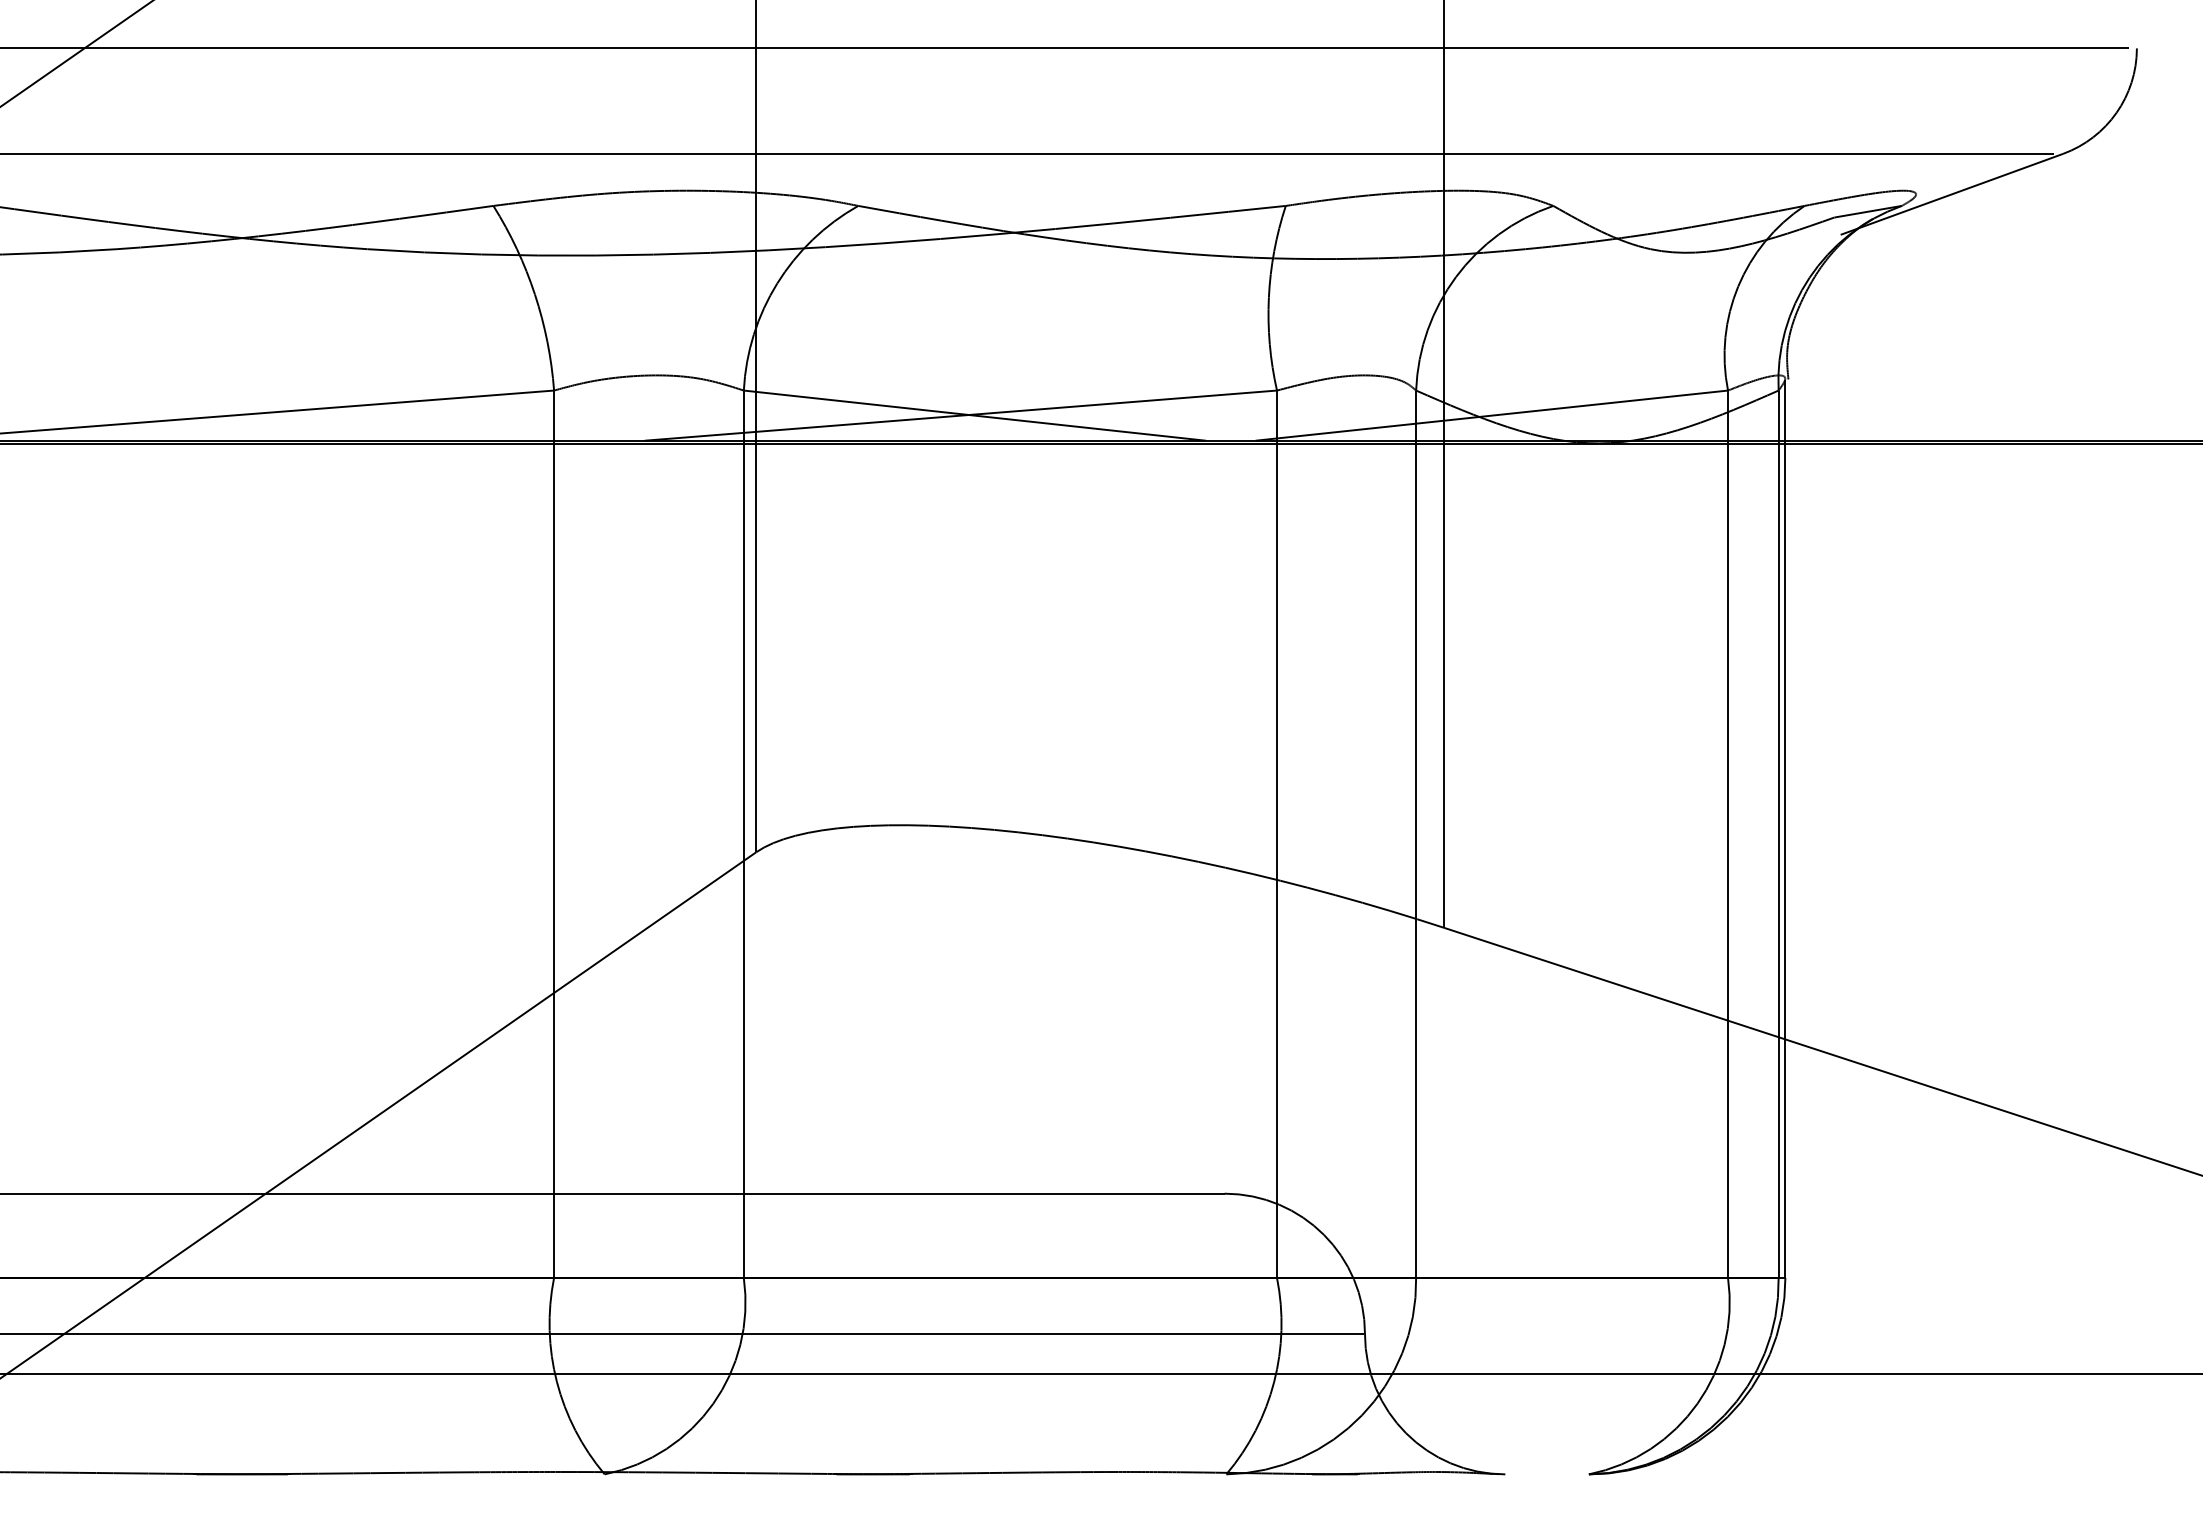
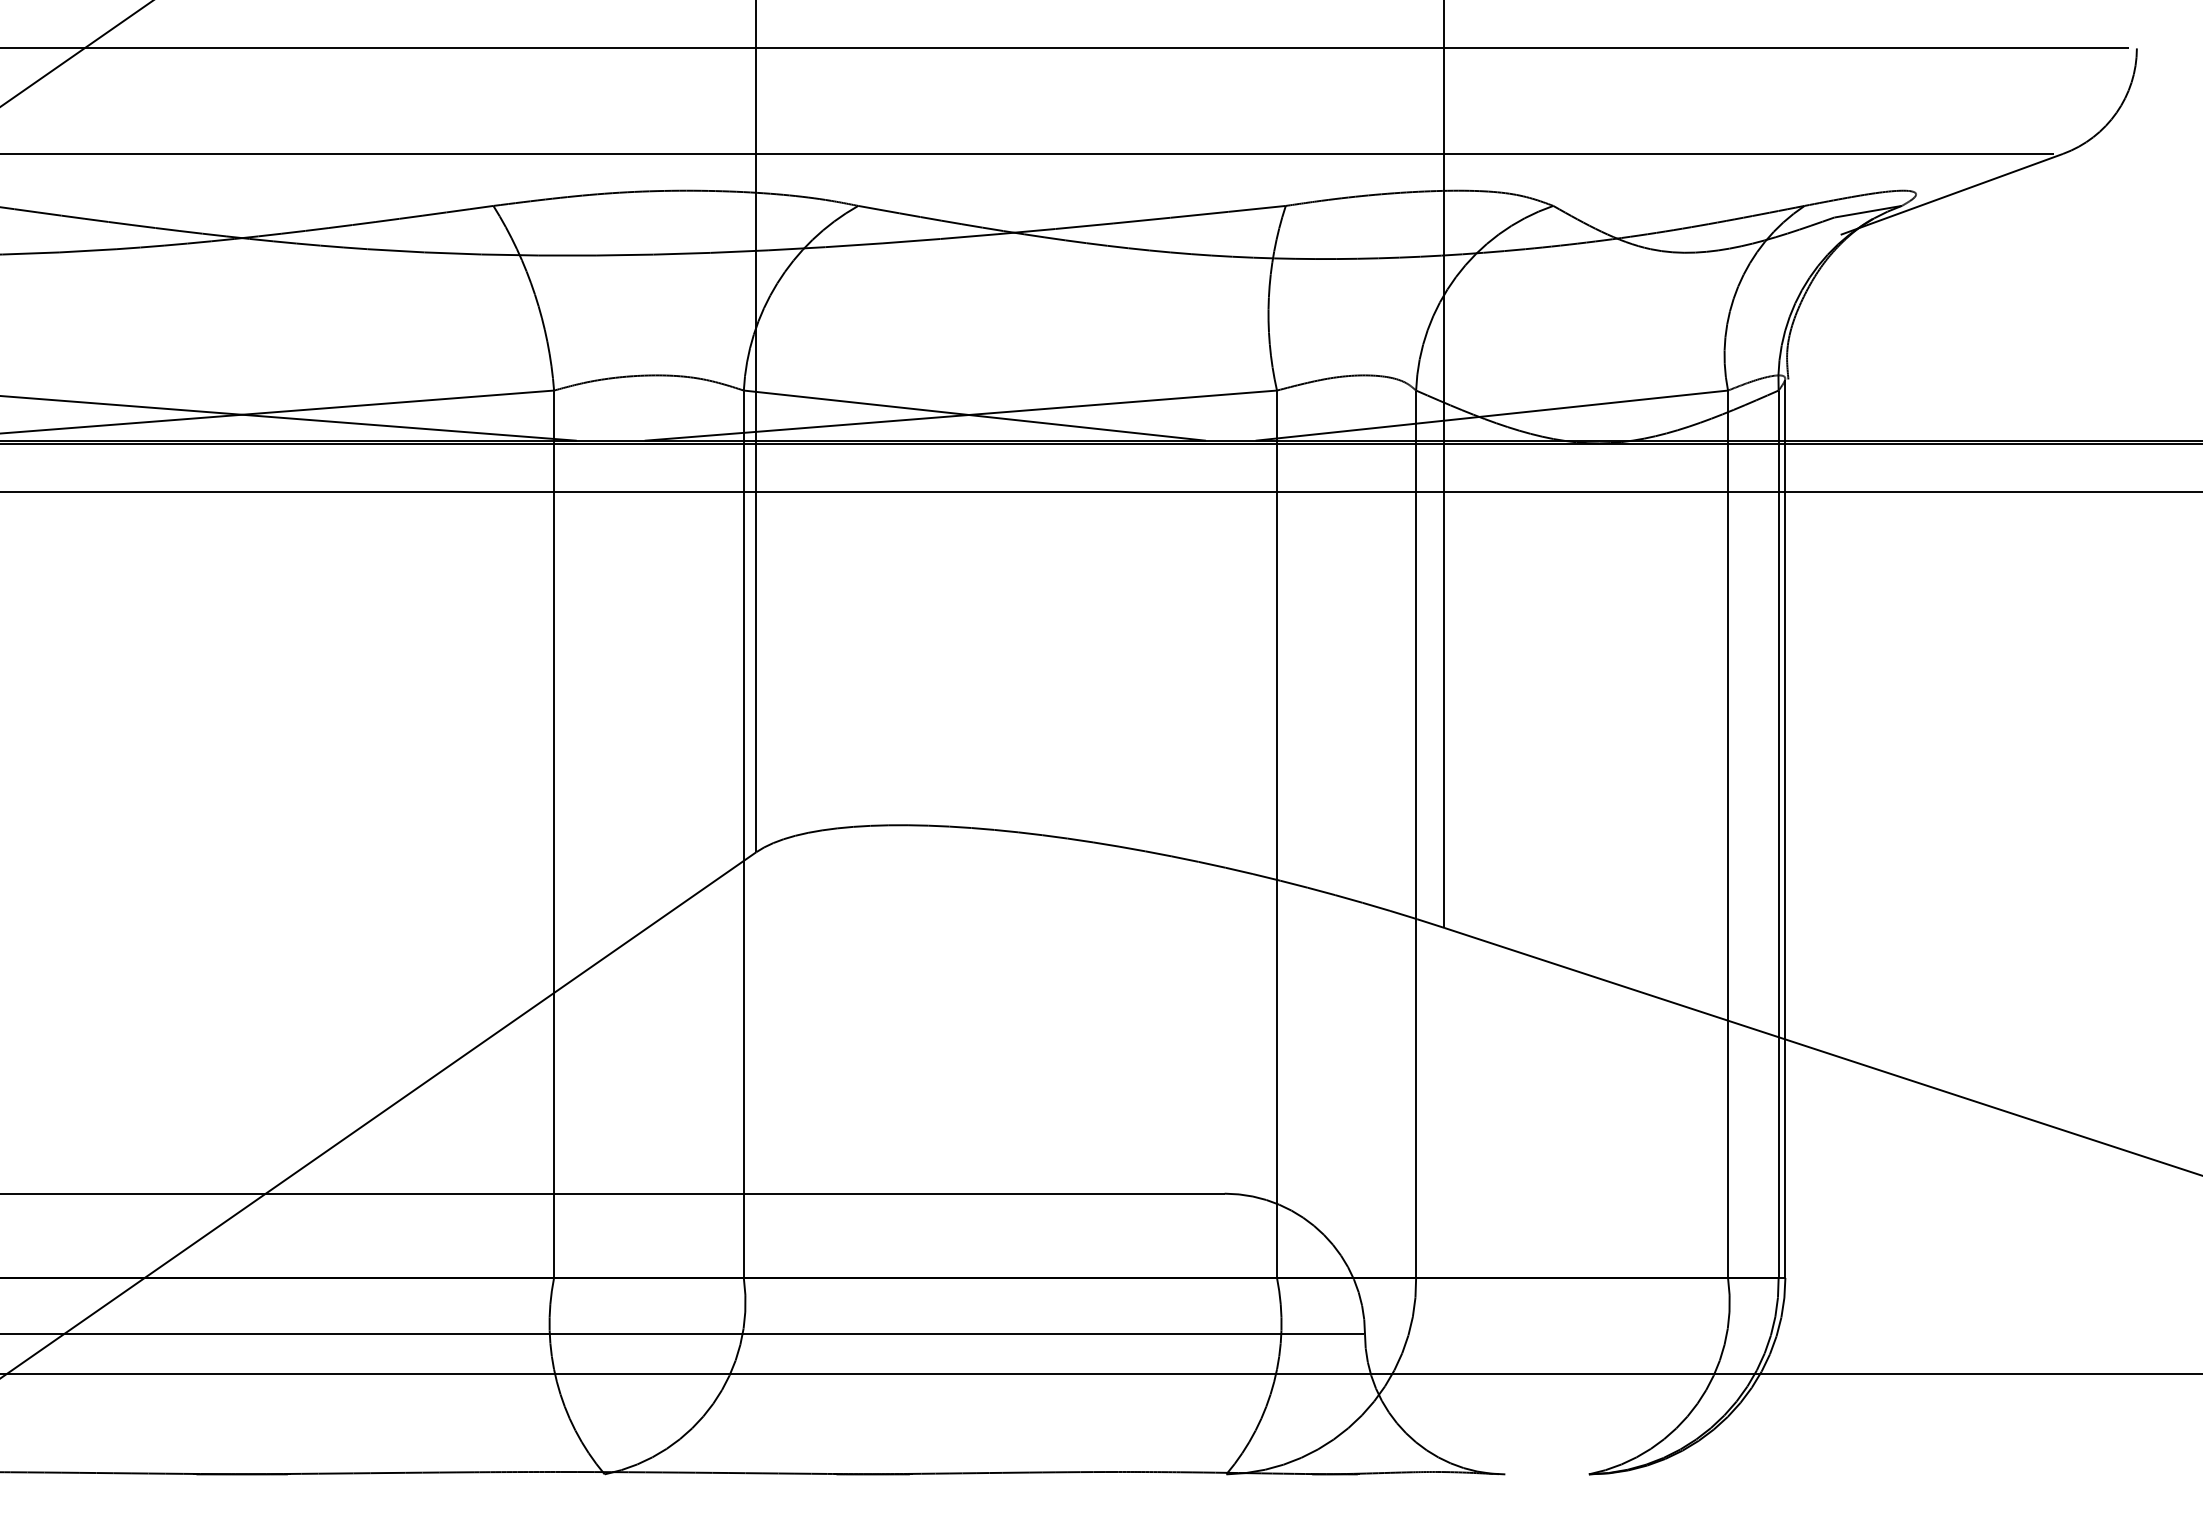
line at (289, 418): none -> present
line at (1100, 491): none -> present
